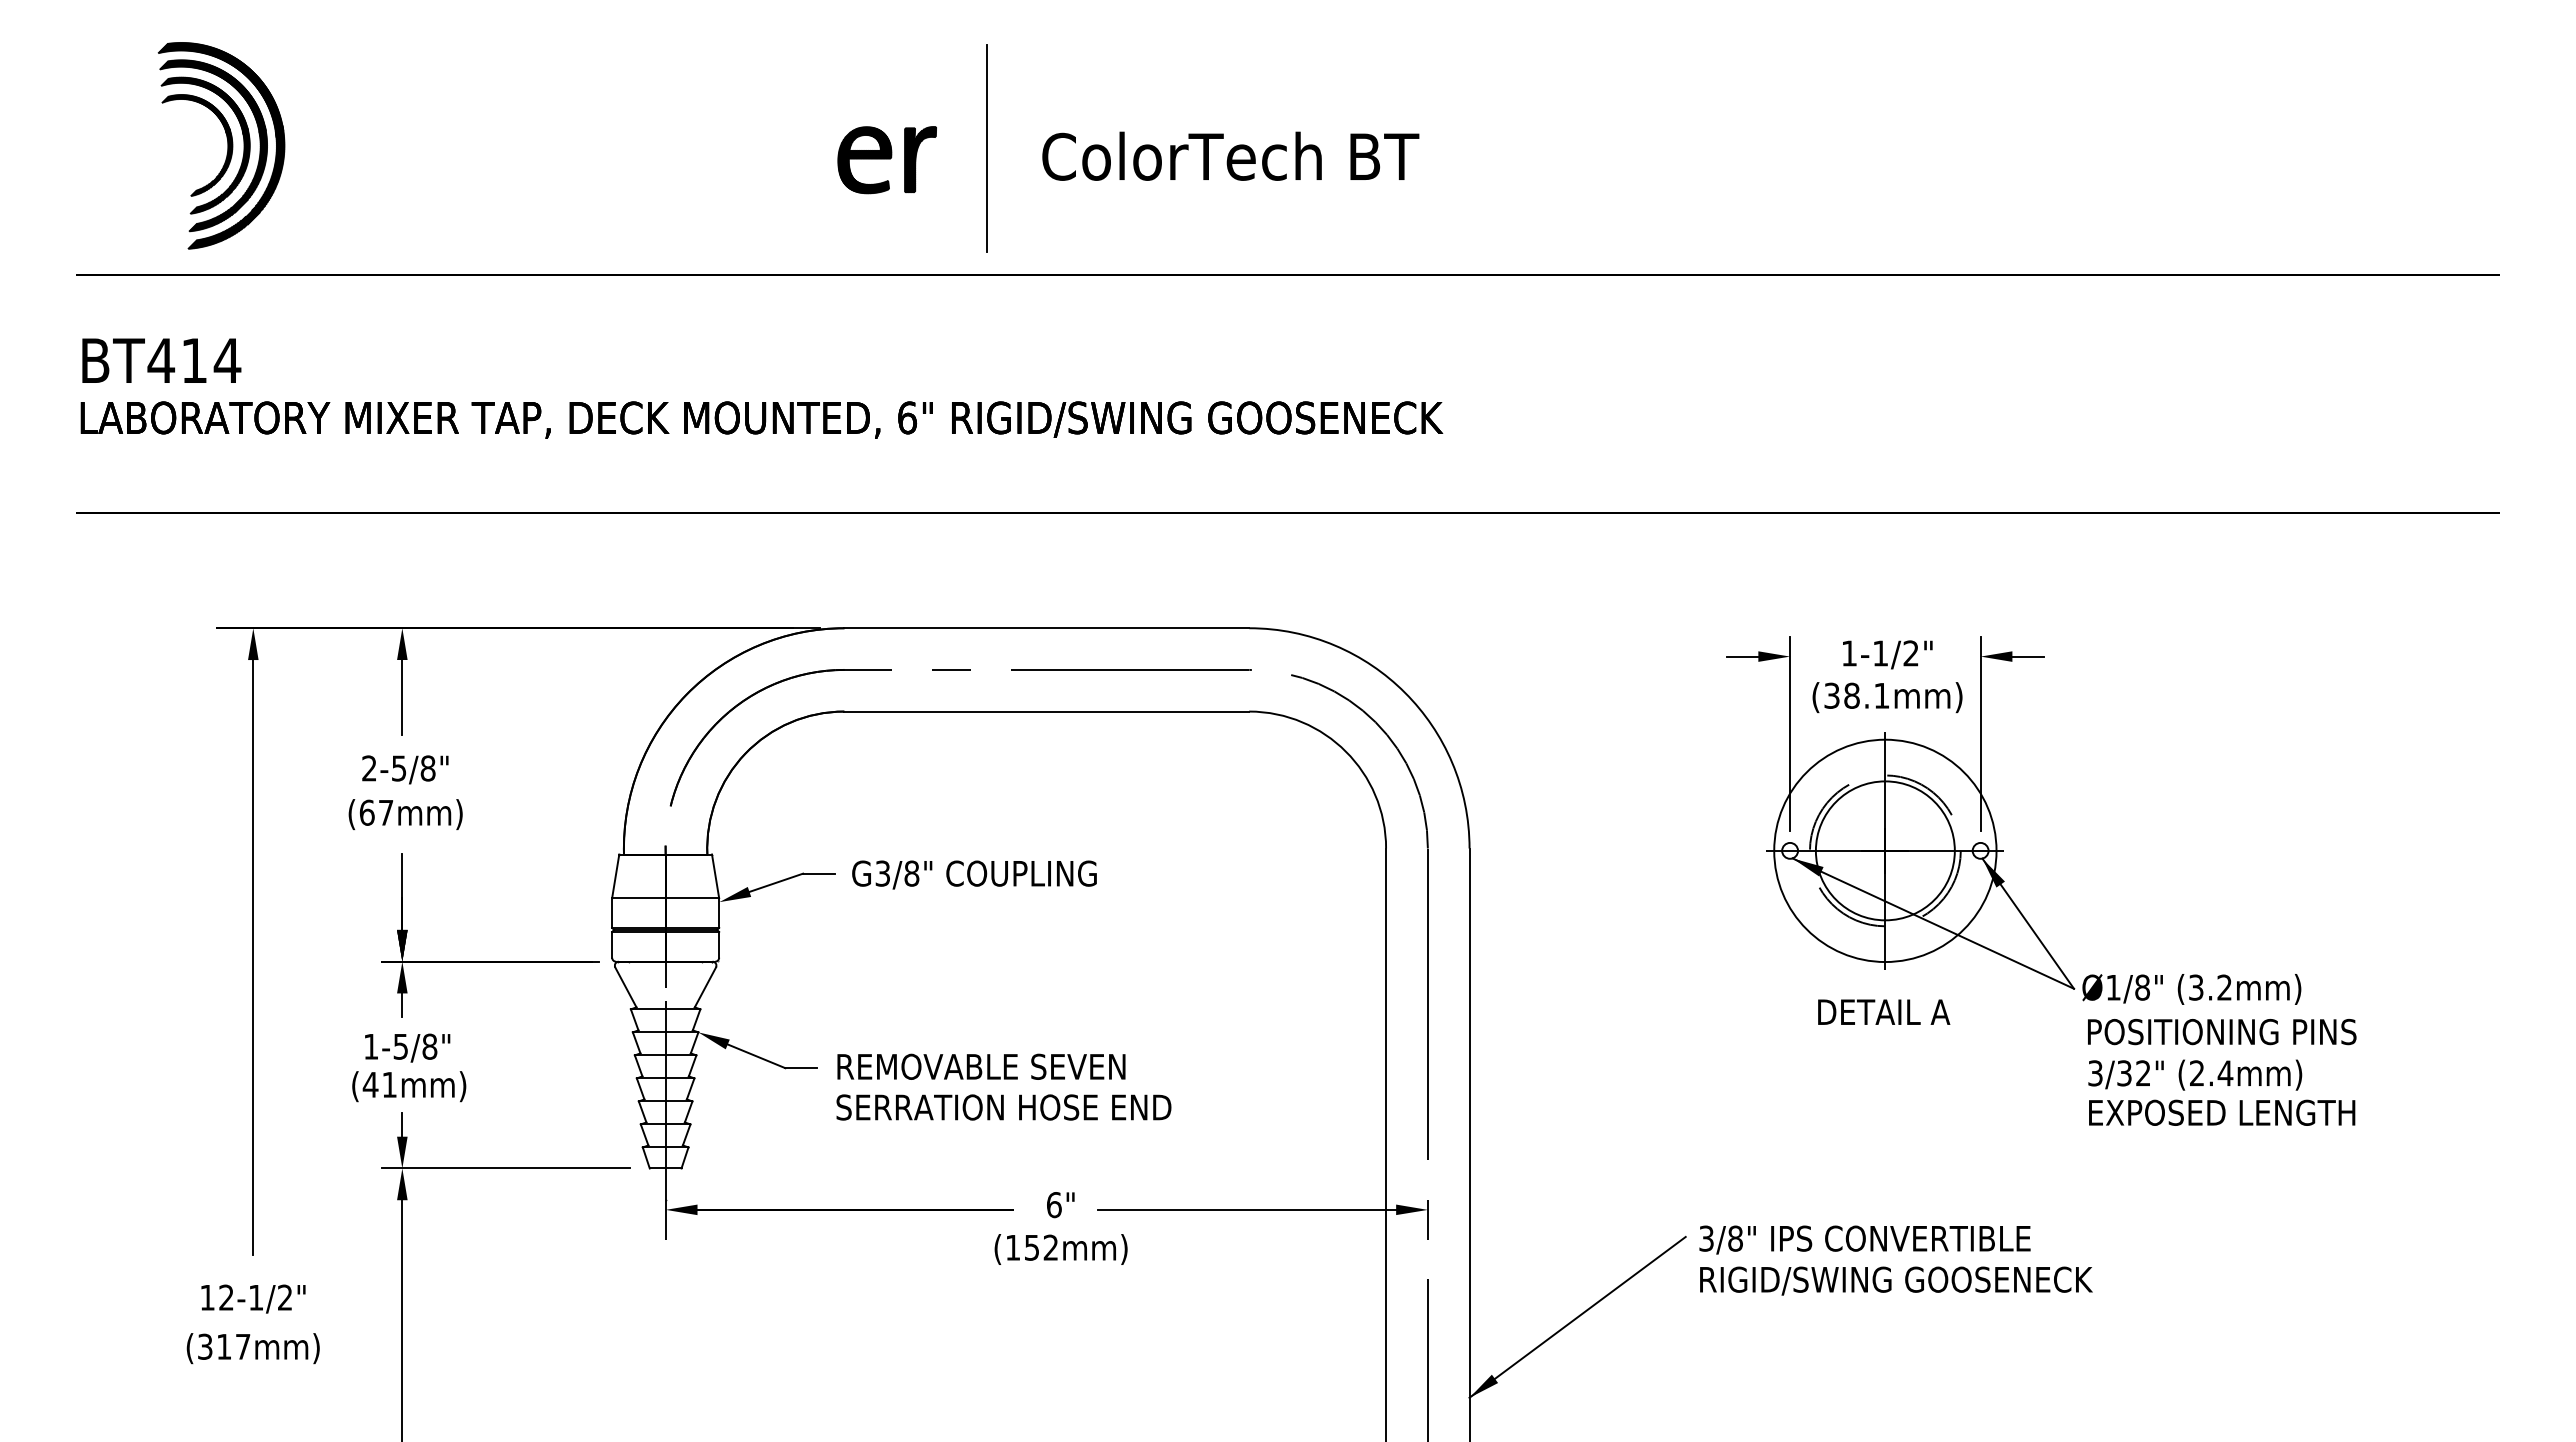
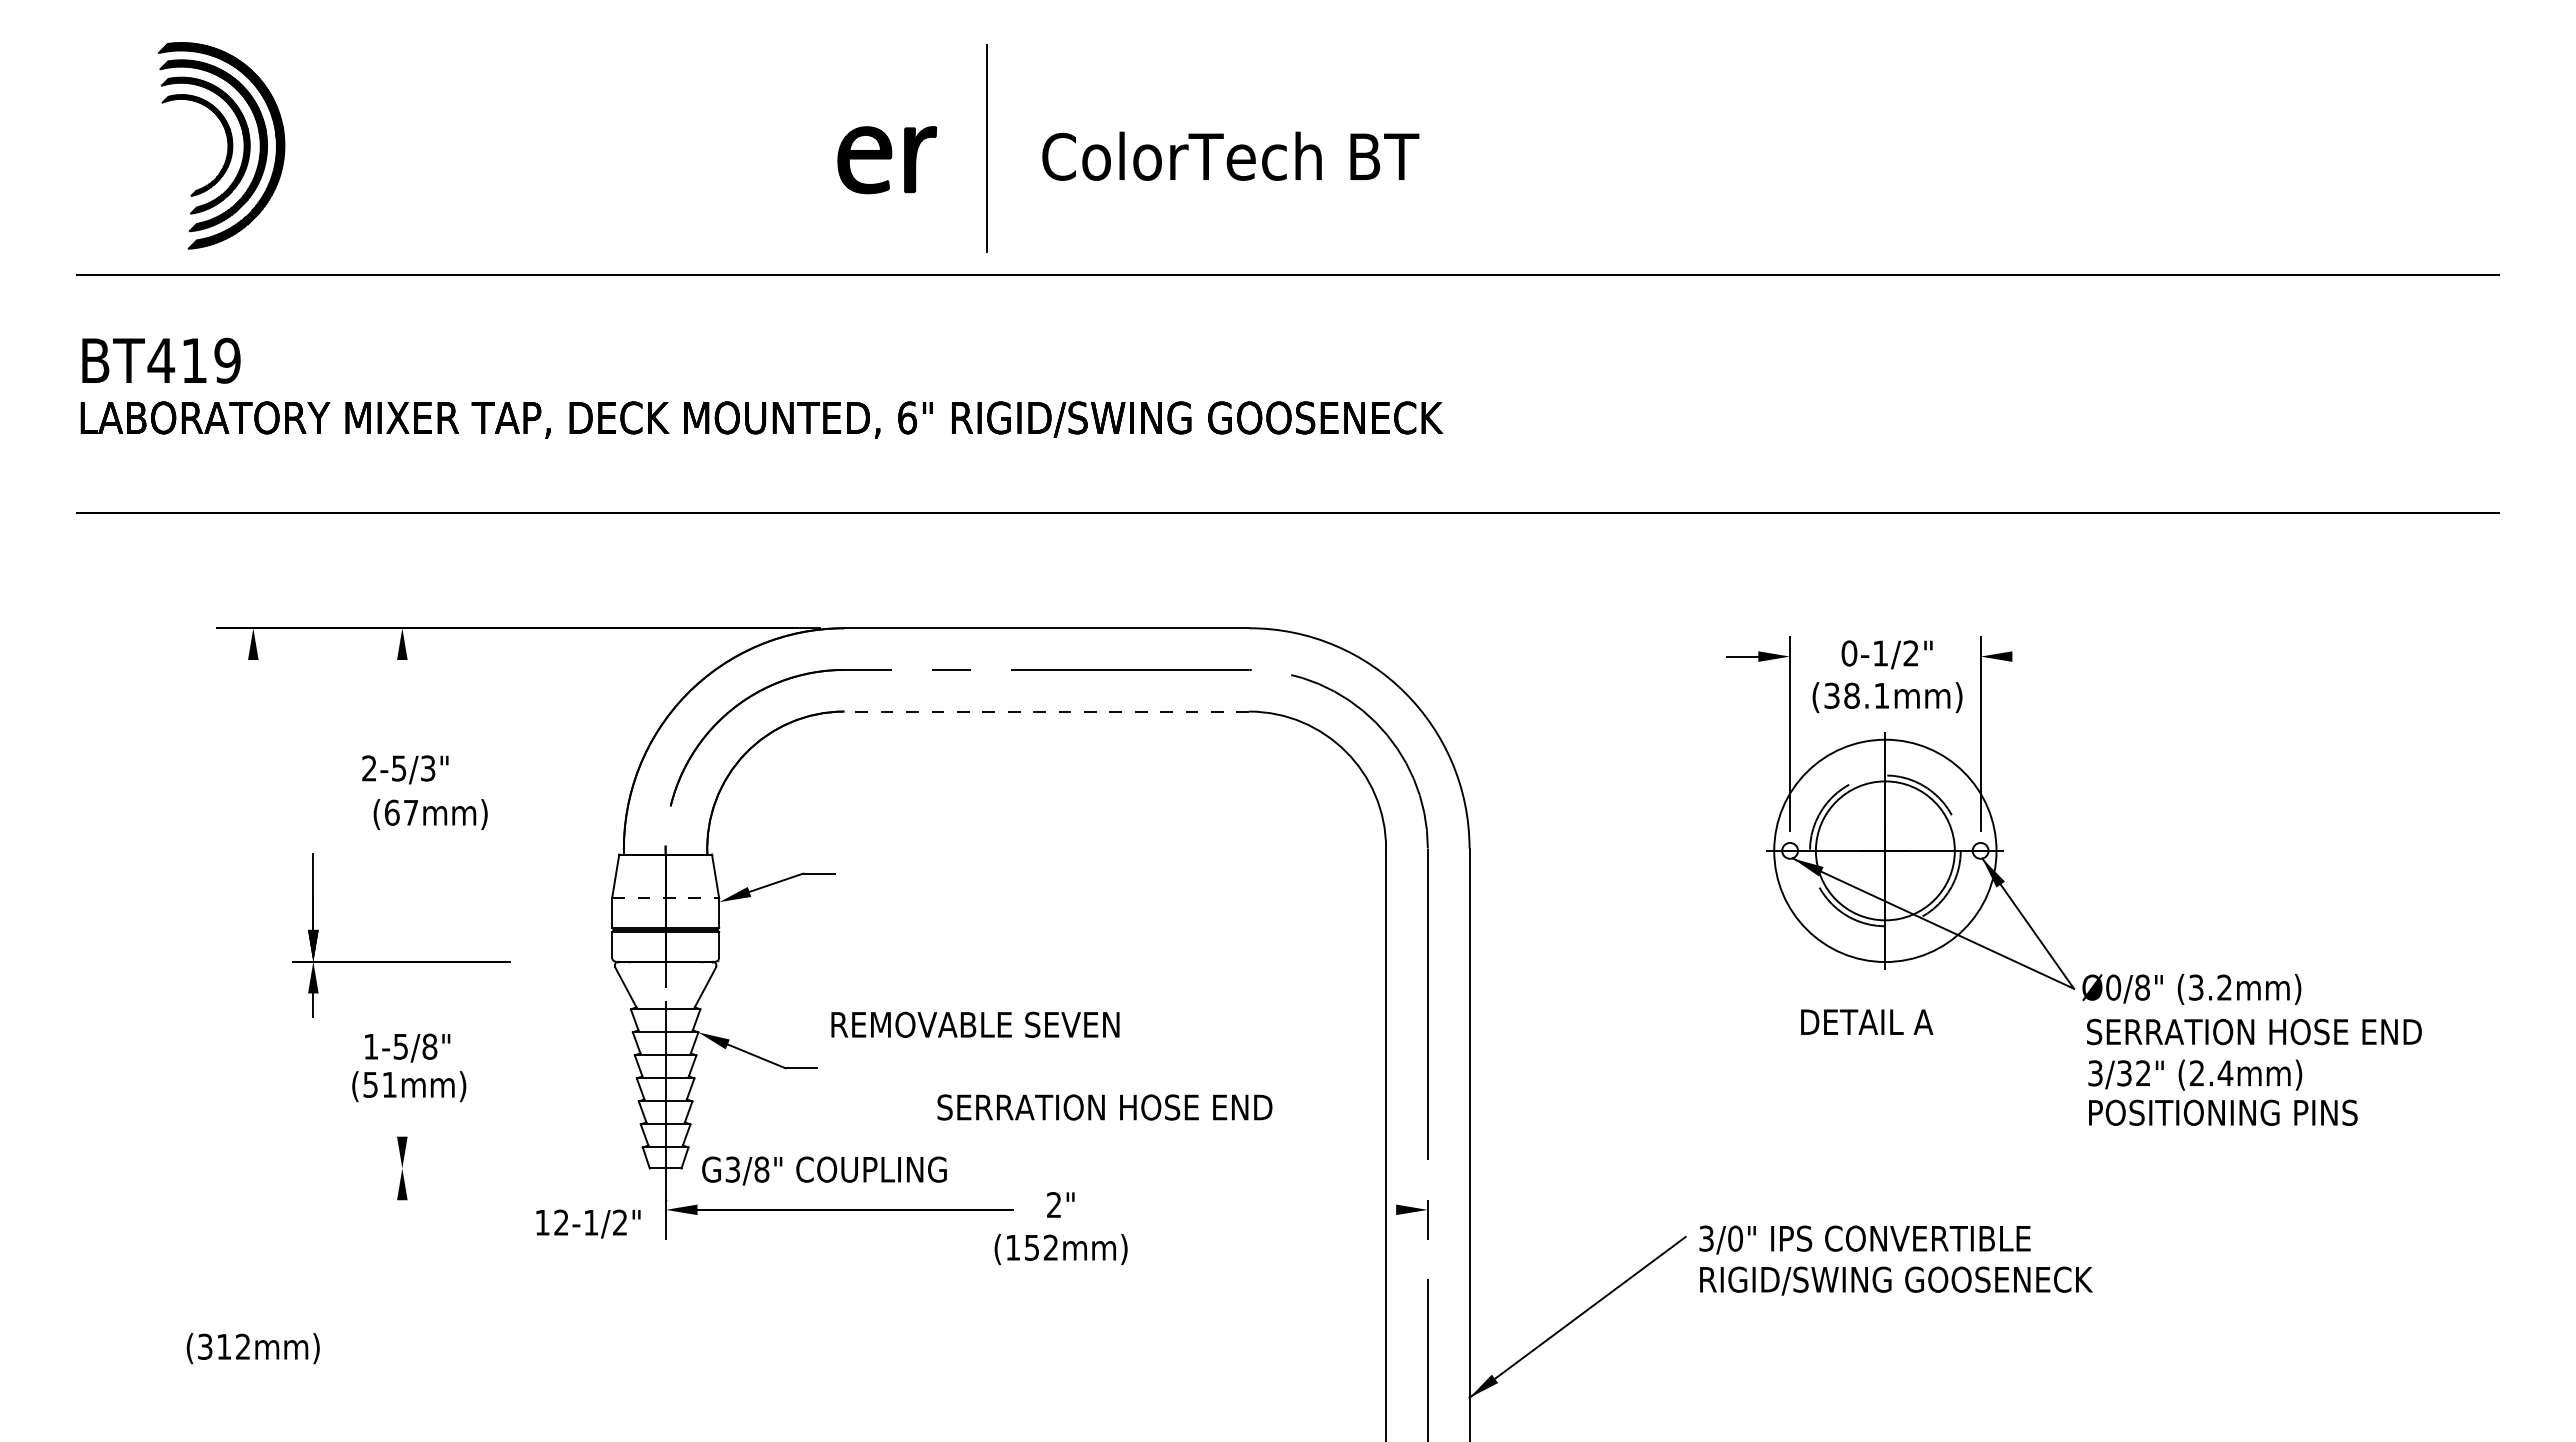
text at (227, 360): BT414 -> BT419
text at (1849, 653): 1-1/2" -> 0-1/2"
line at (2028, 656): present -> none
line at (402, 697): present -> none
line at (1046, 711): solid -> dashed
text at (427, 768): 2-5/8" -> 2-5/3"
text at (405, 814) position: (405, 814) -> (430, 814)
text at (974, 874) position: (974, 874) -> (824, 1170)
line at (665, 898): solid -> dashed
line at (253, 957): present -> none
part at (490, 961) position: (490, 961) -> (401, 961)
text at (2113, 987): Ø1/8" -> Ø0/8"
text at (1884, 1011) position: (1884, 1011) -> (1867, 1021)
text at (2254, 1031): POSITIONING PINS -> SERRATION HOSE END
text at (981, 1066) position: (981, 1066) -> (975, 1024)
text at (370, 1084): (41mm) -> (51mm)
text at (1003, 1107) position: (1003, 1107) -> (1104, 1107)
text at (2224, 1112): EXPOSED LENGTH -> POSITIONING PINS
line at (402, 1124): present -> none
line at (505, 1168): present -> none
text at (1054, 1205): 6" -> 2"
line at (1246, 1209): present -> none
text at (1735, 1238): 3/8" -> 3/0"
text at (253, 1298) position: (253, 1298) -> (588, 1223)
line at (402, 1319): present -> none
text at (243, 1346): (317mm) -> (312mm)
